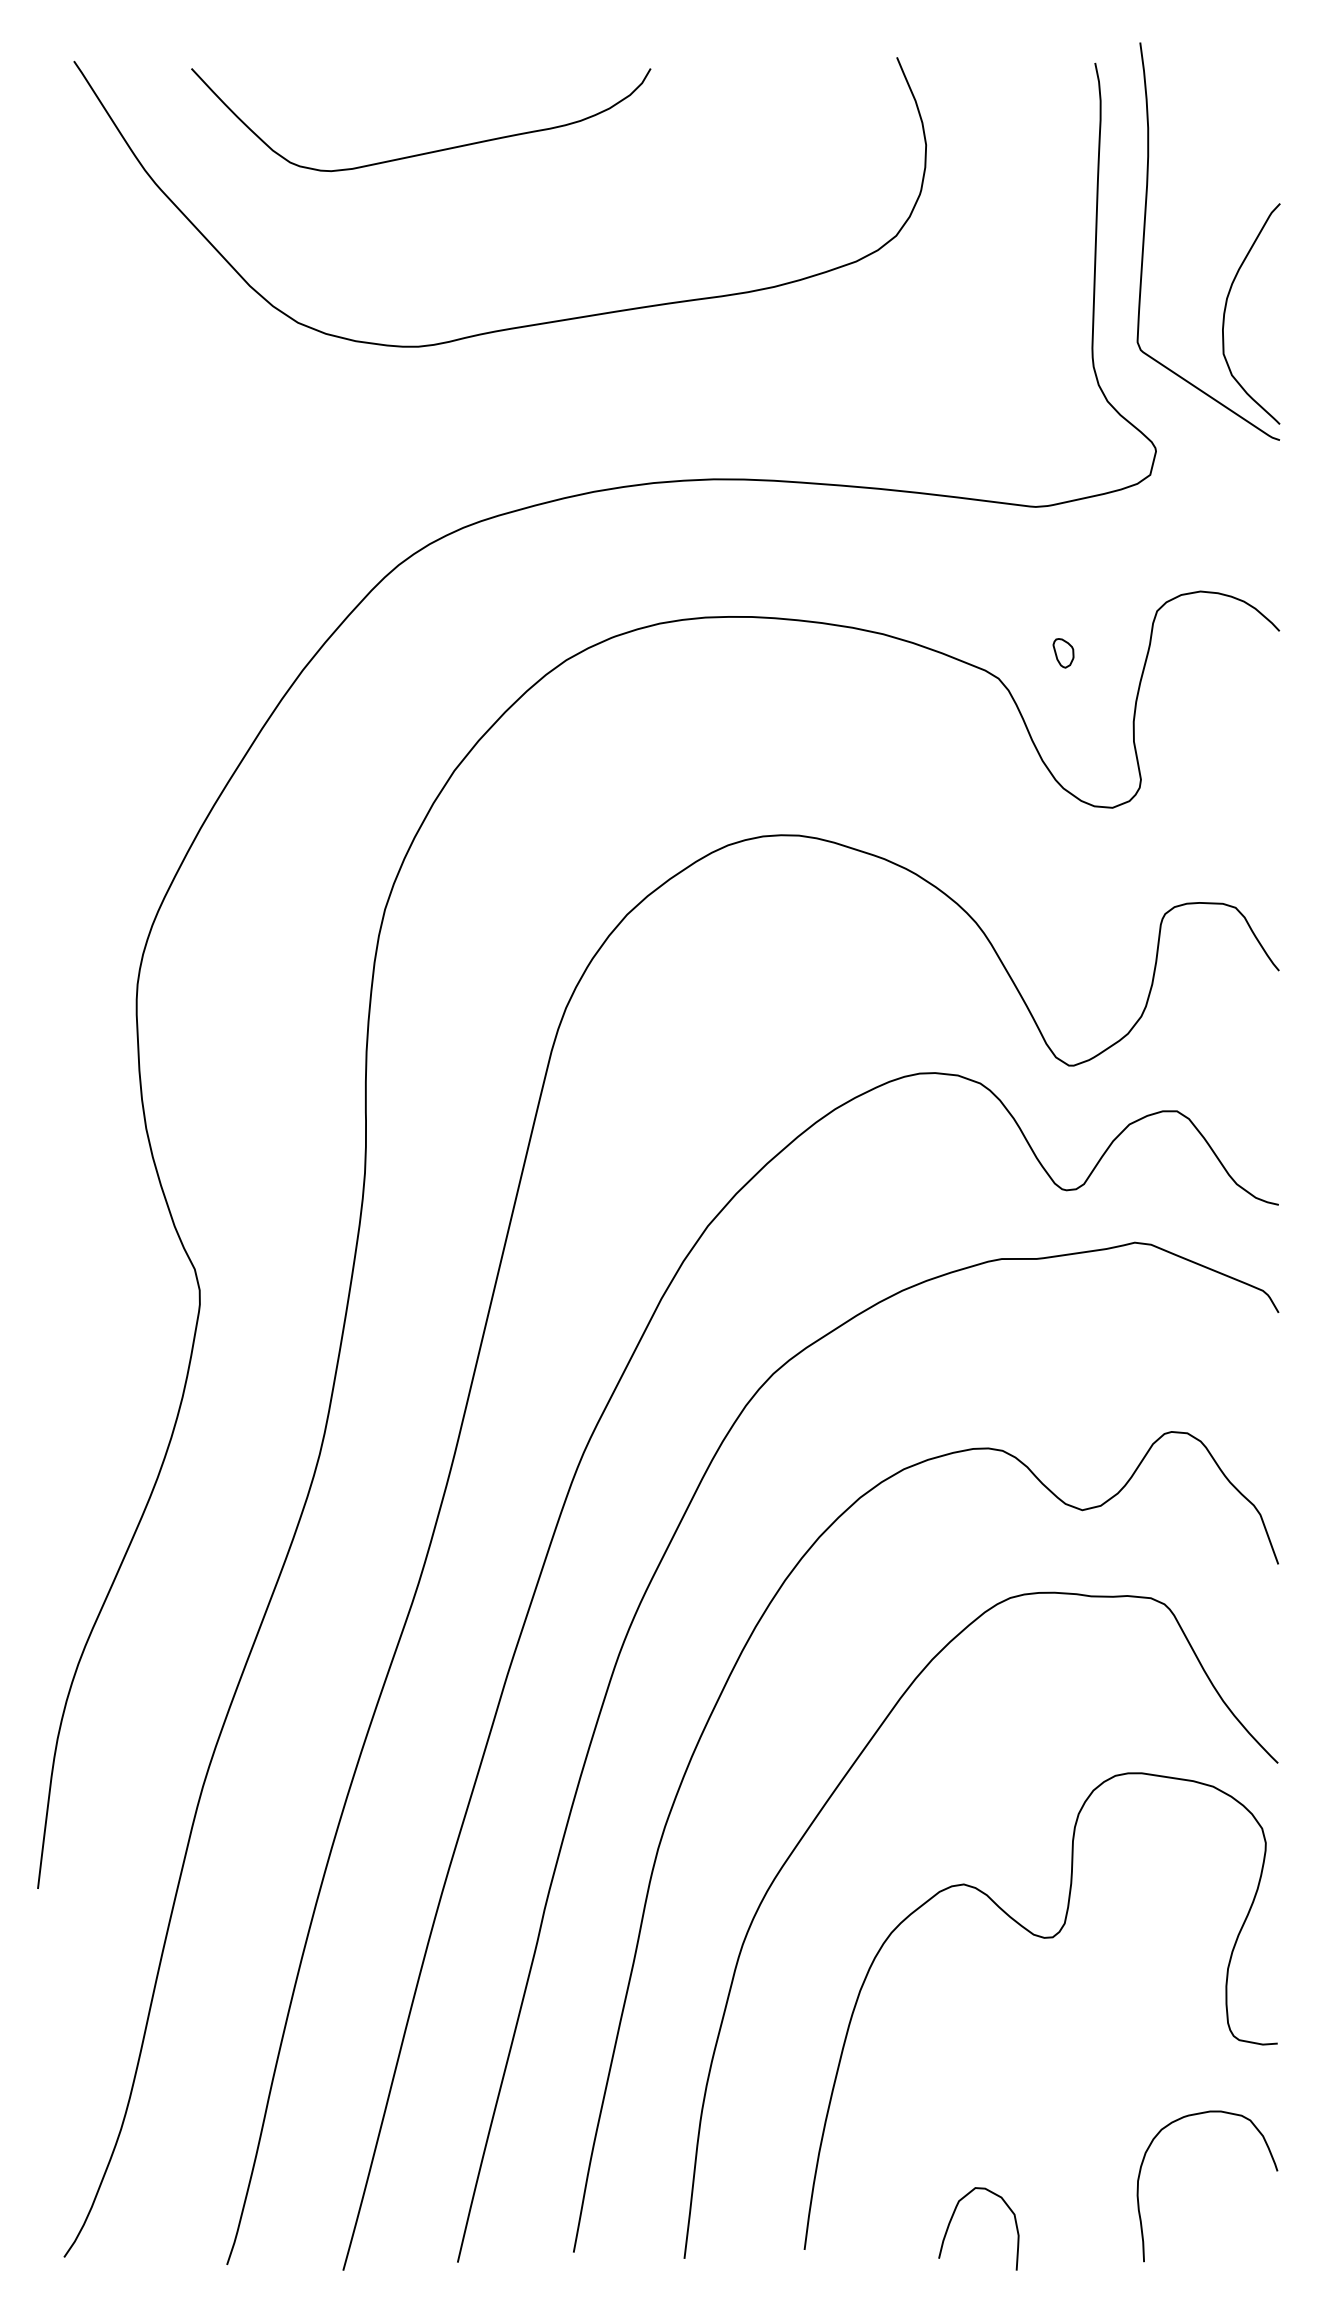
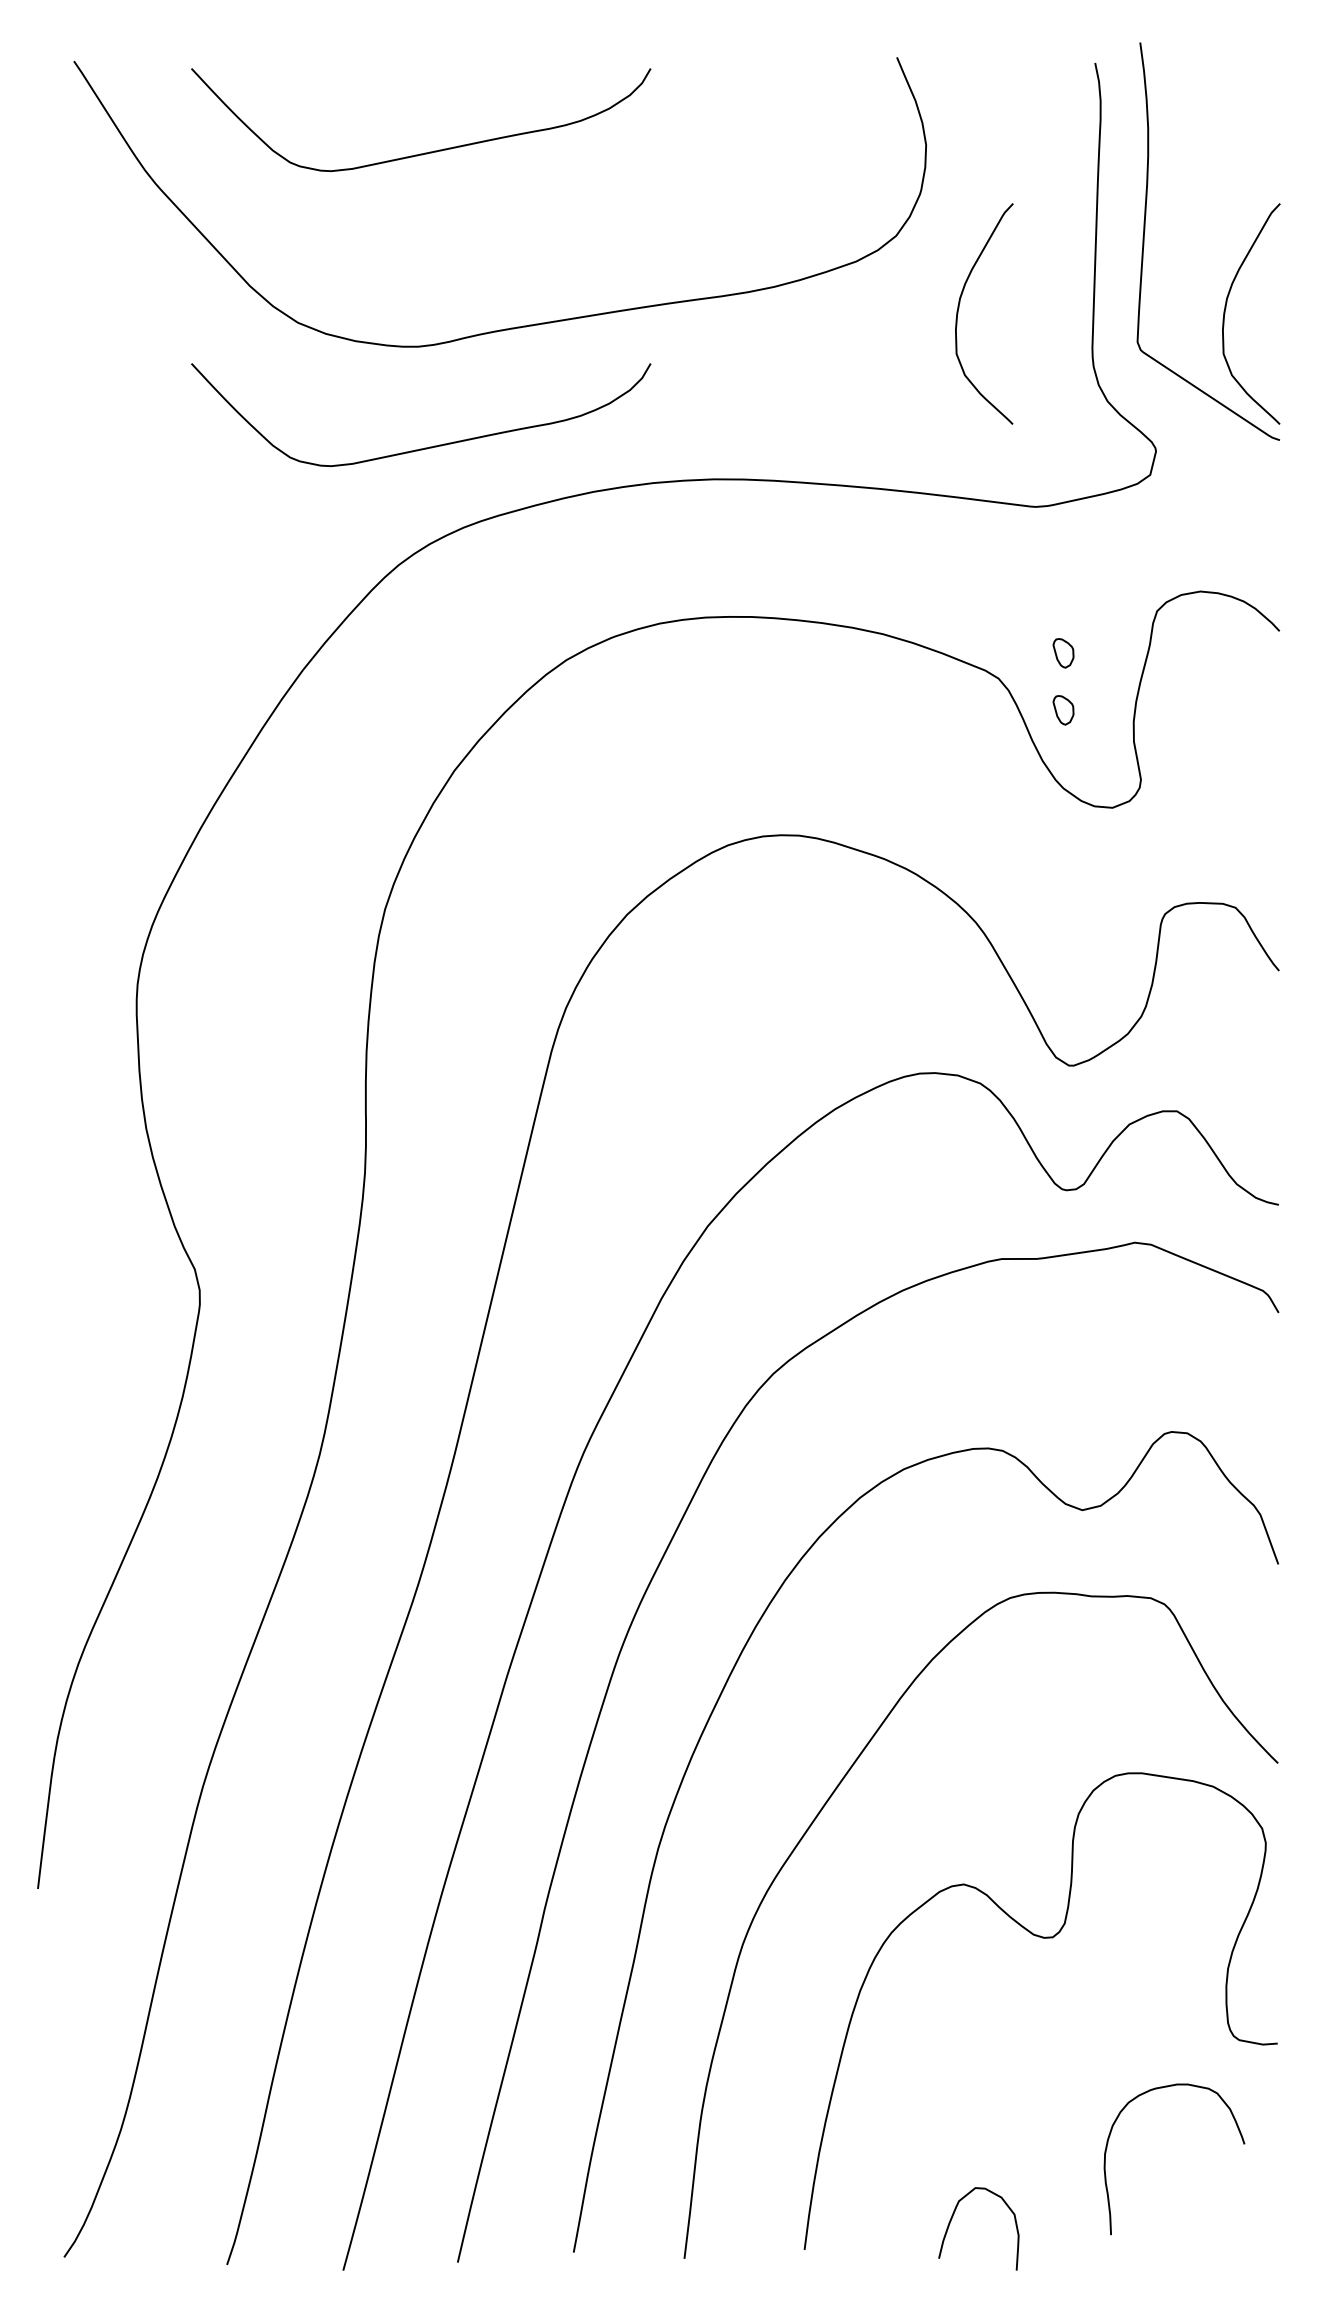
curve at (959, 308): none -> present
curve at (429, 446): none -> present
part at (1063, 710): none -> present
curve at (1140, 2175) position: (1140, 2175) -> (1107, 2148)
